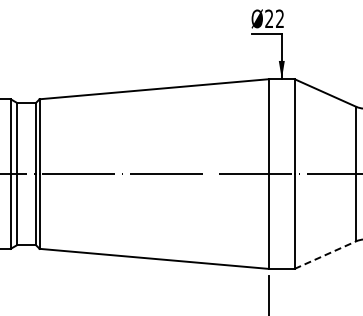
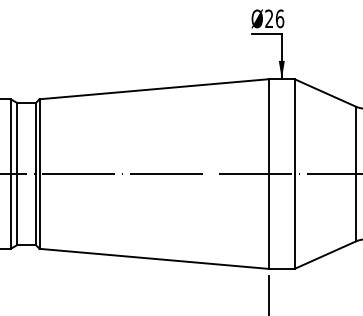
text at (279, 18): Ø22 -> Ø26
line at (325, 255): dashed -> solid
